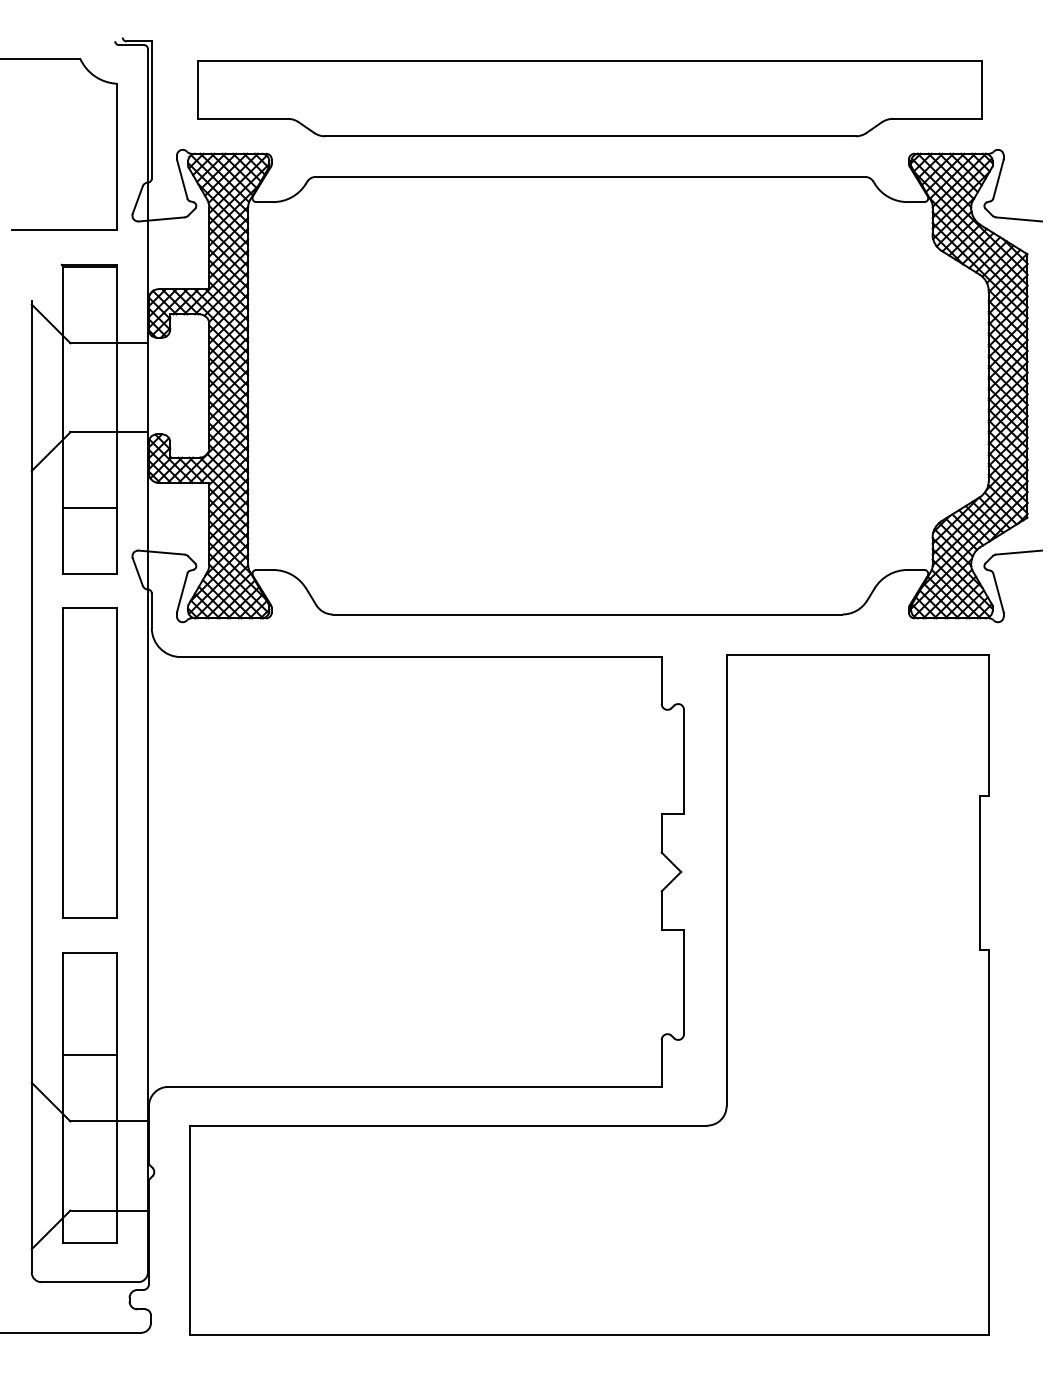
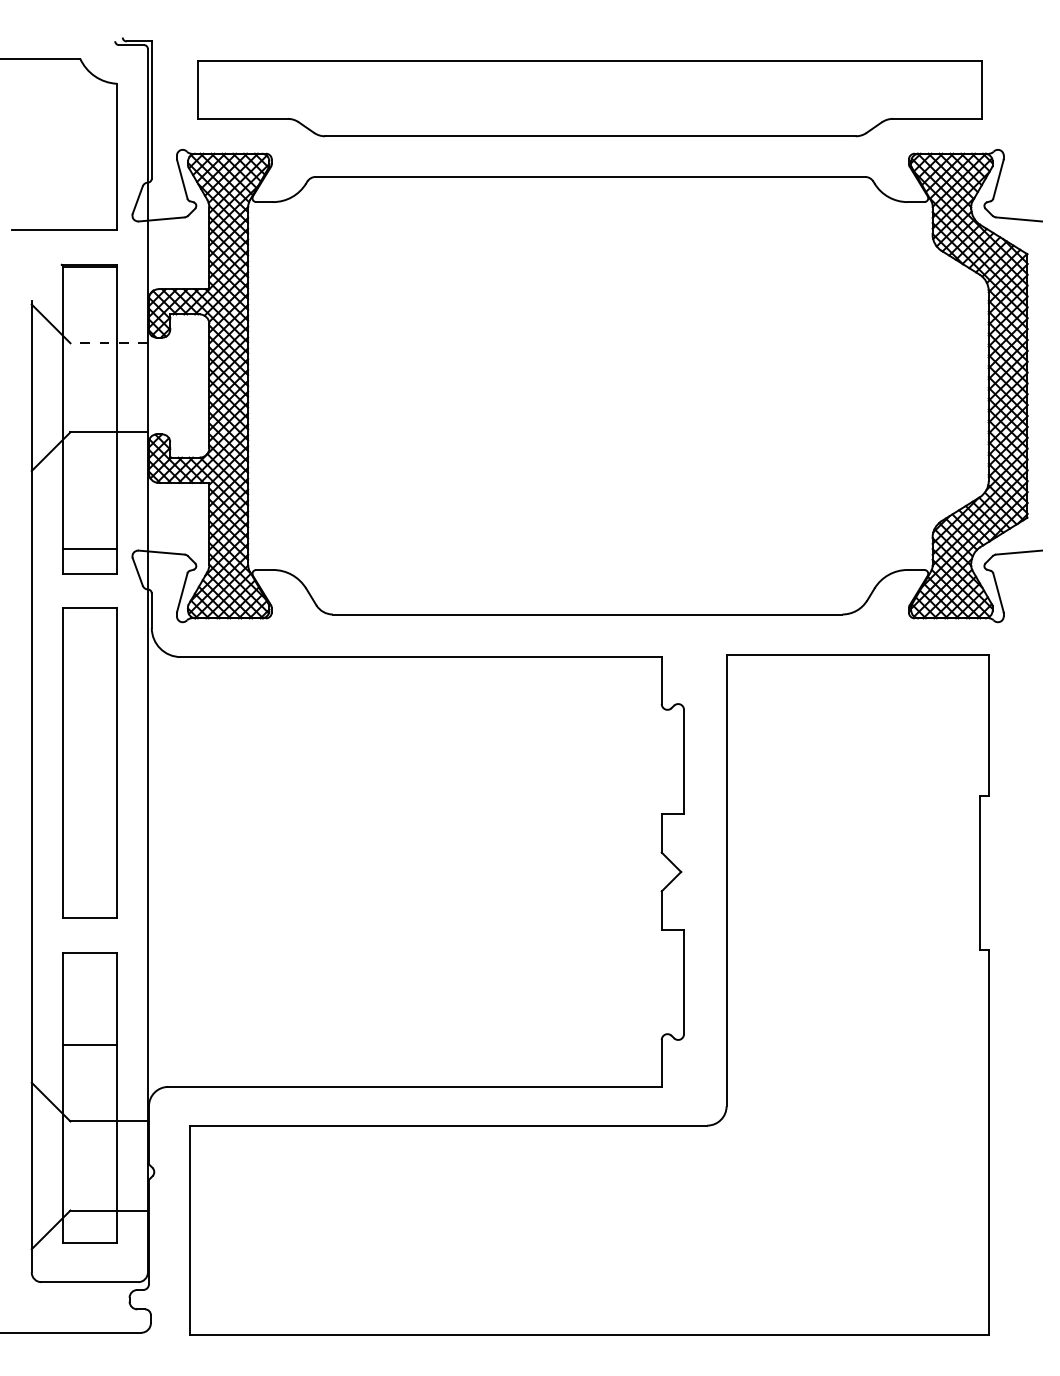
line at (109, 343): solid -> dashed
line at (89, 508) position: (89, 508) -> (89, 549)
line at (89, 1055) position: (89, 1055) -> (89, 1045)
